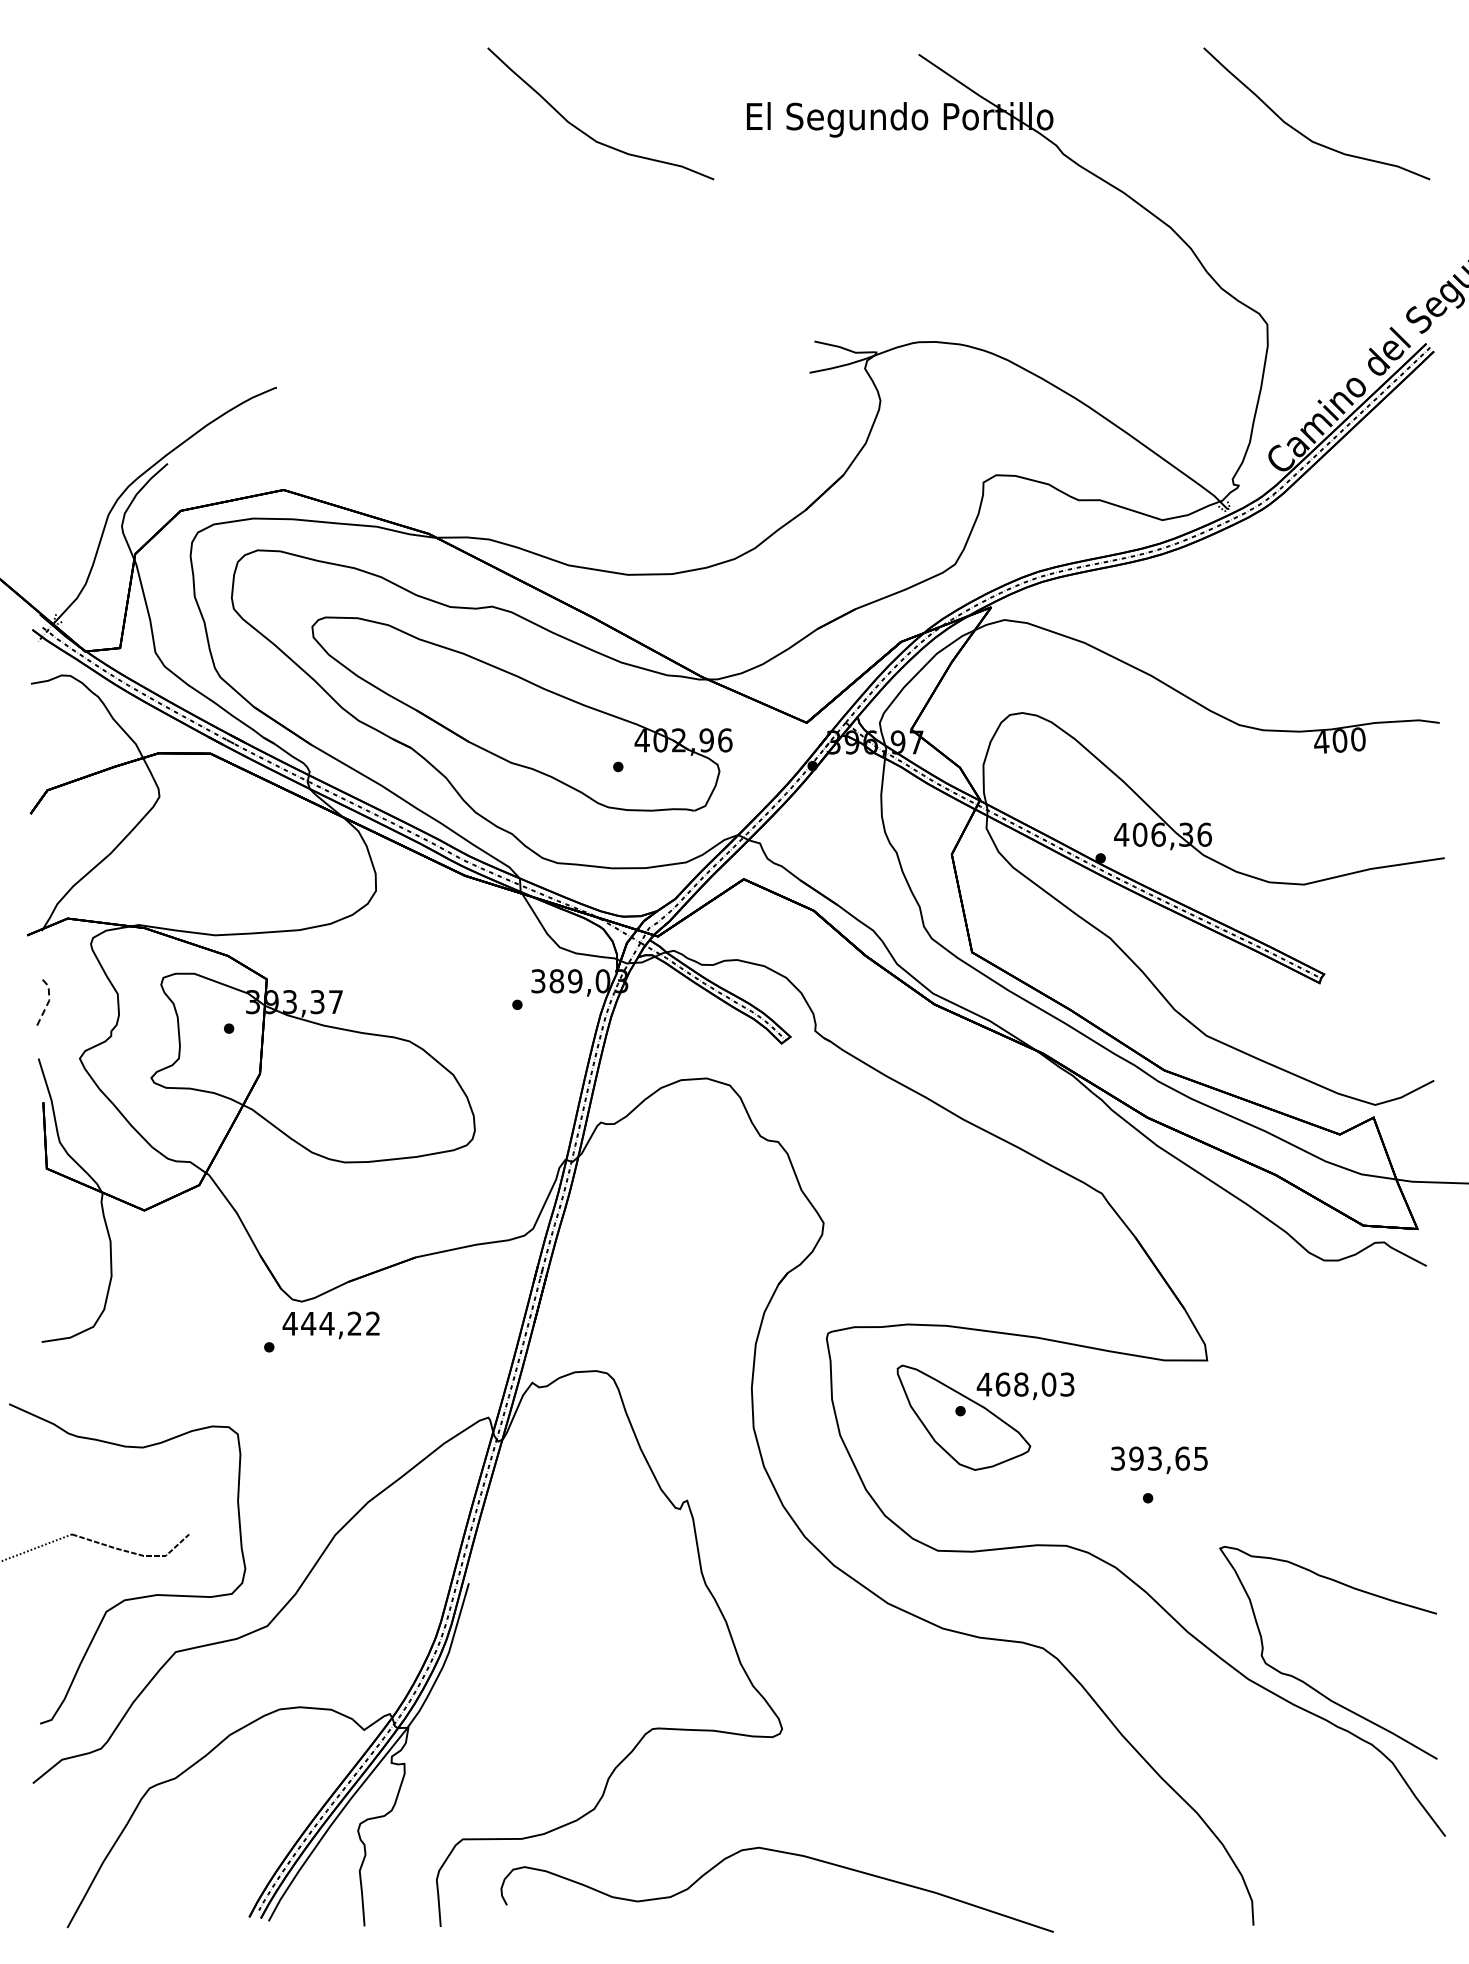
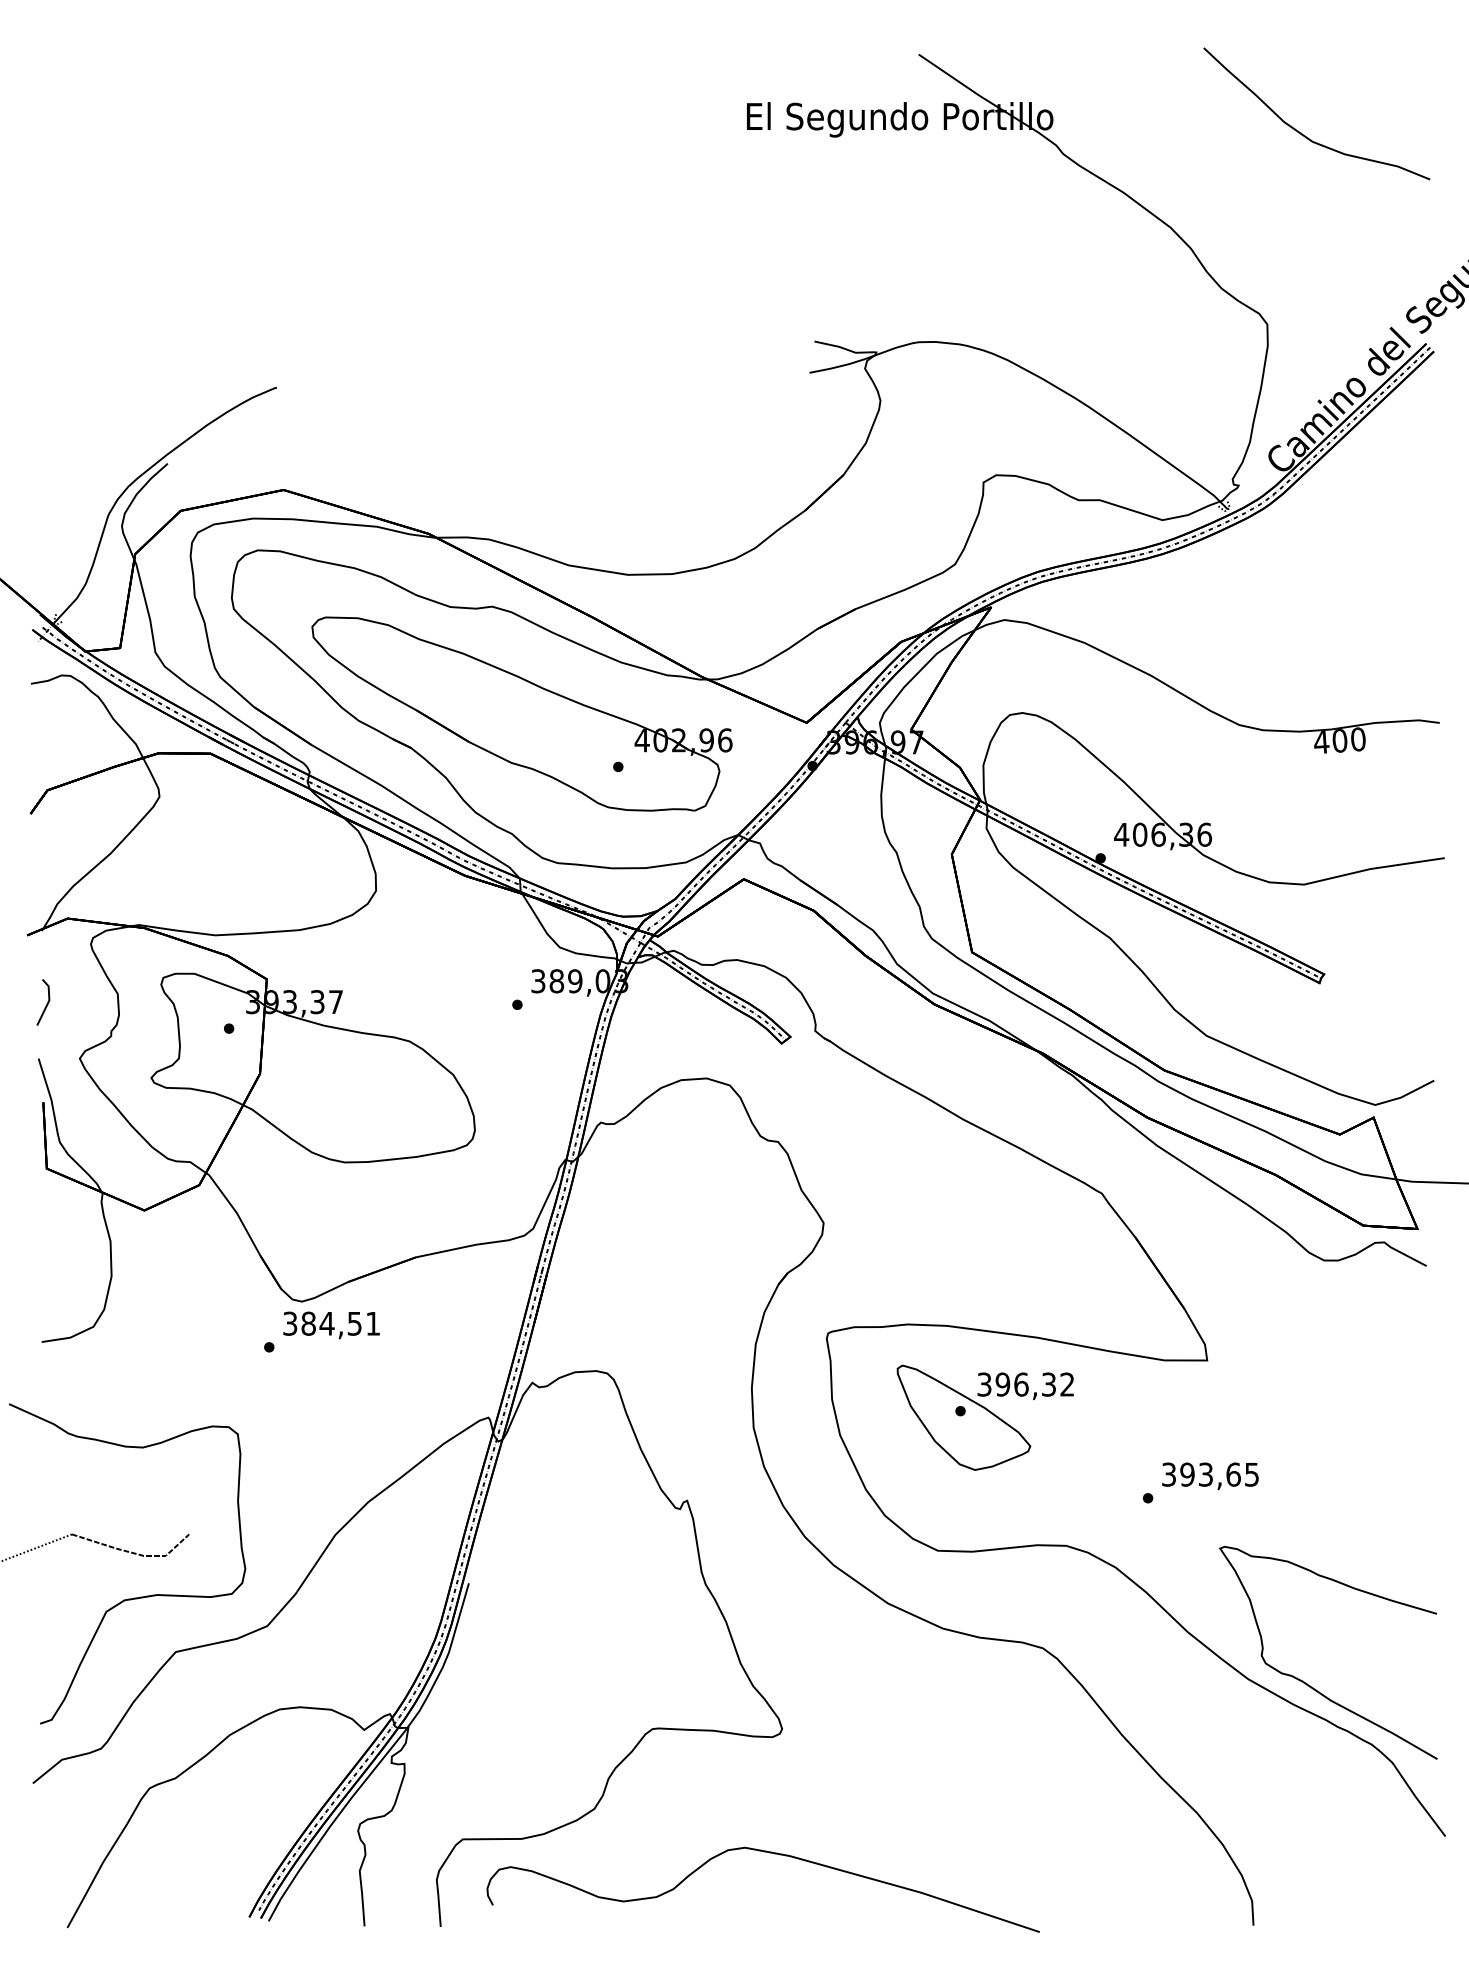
curve at (585, 132): present -> none
line at (49, 1000): dashed -> solid
text at (330, 1323): 444,22 -> 384,51
text at (1025, 1384): 468,03 -> 396,32
text at (1159, 1460) position: (1159, 1460) -> (1210, 1476)
curve at (783, 1853) position: (783, 1853) -> (769, 1853)
